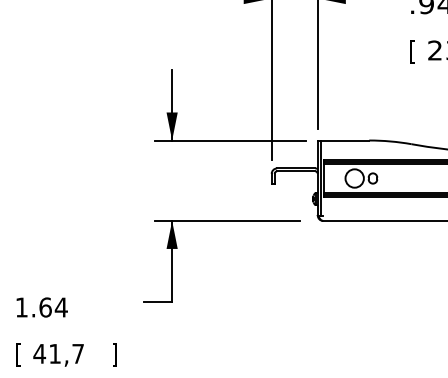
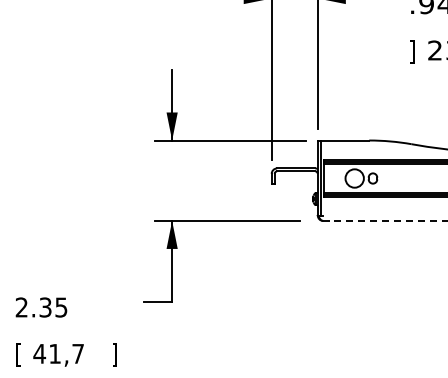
text at (412, 51): [ -> ]
line at (385, 220): solid -> dashed
text at (41, 307): 1.64 -> 2.35
